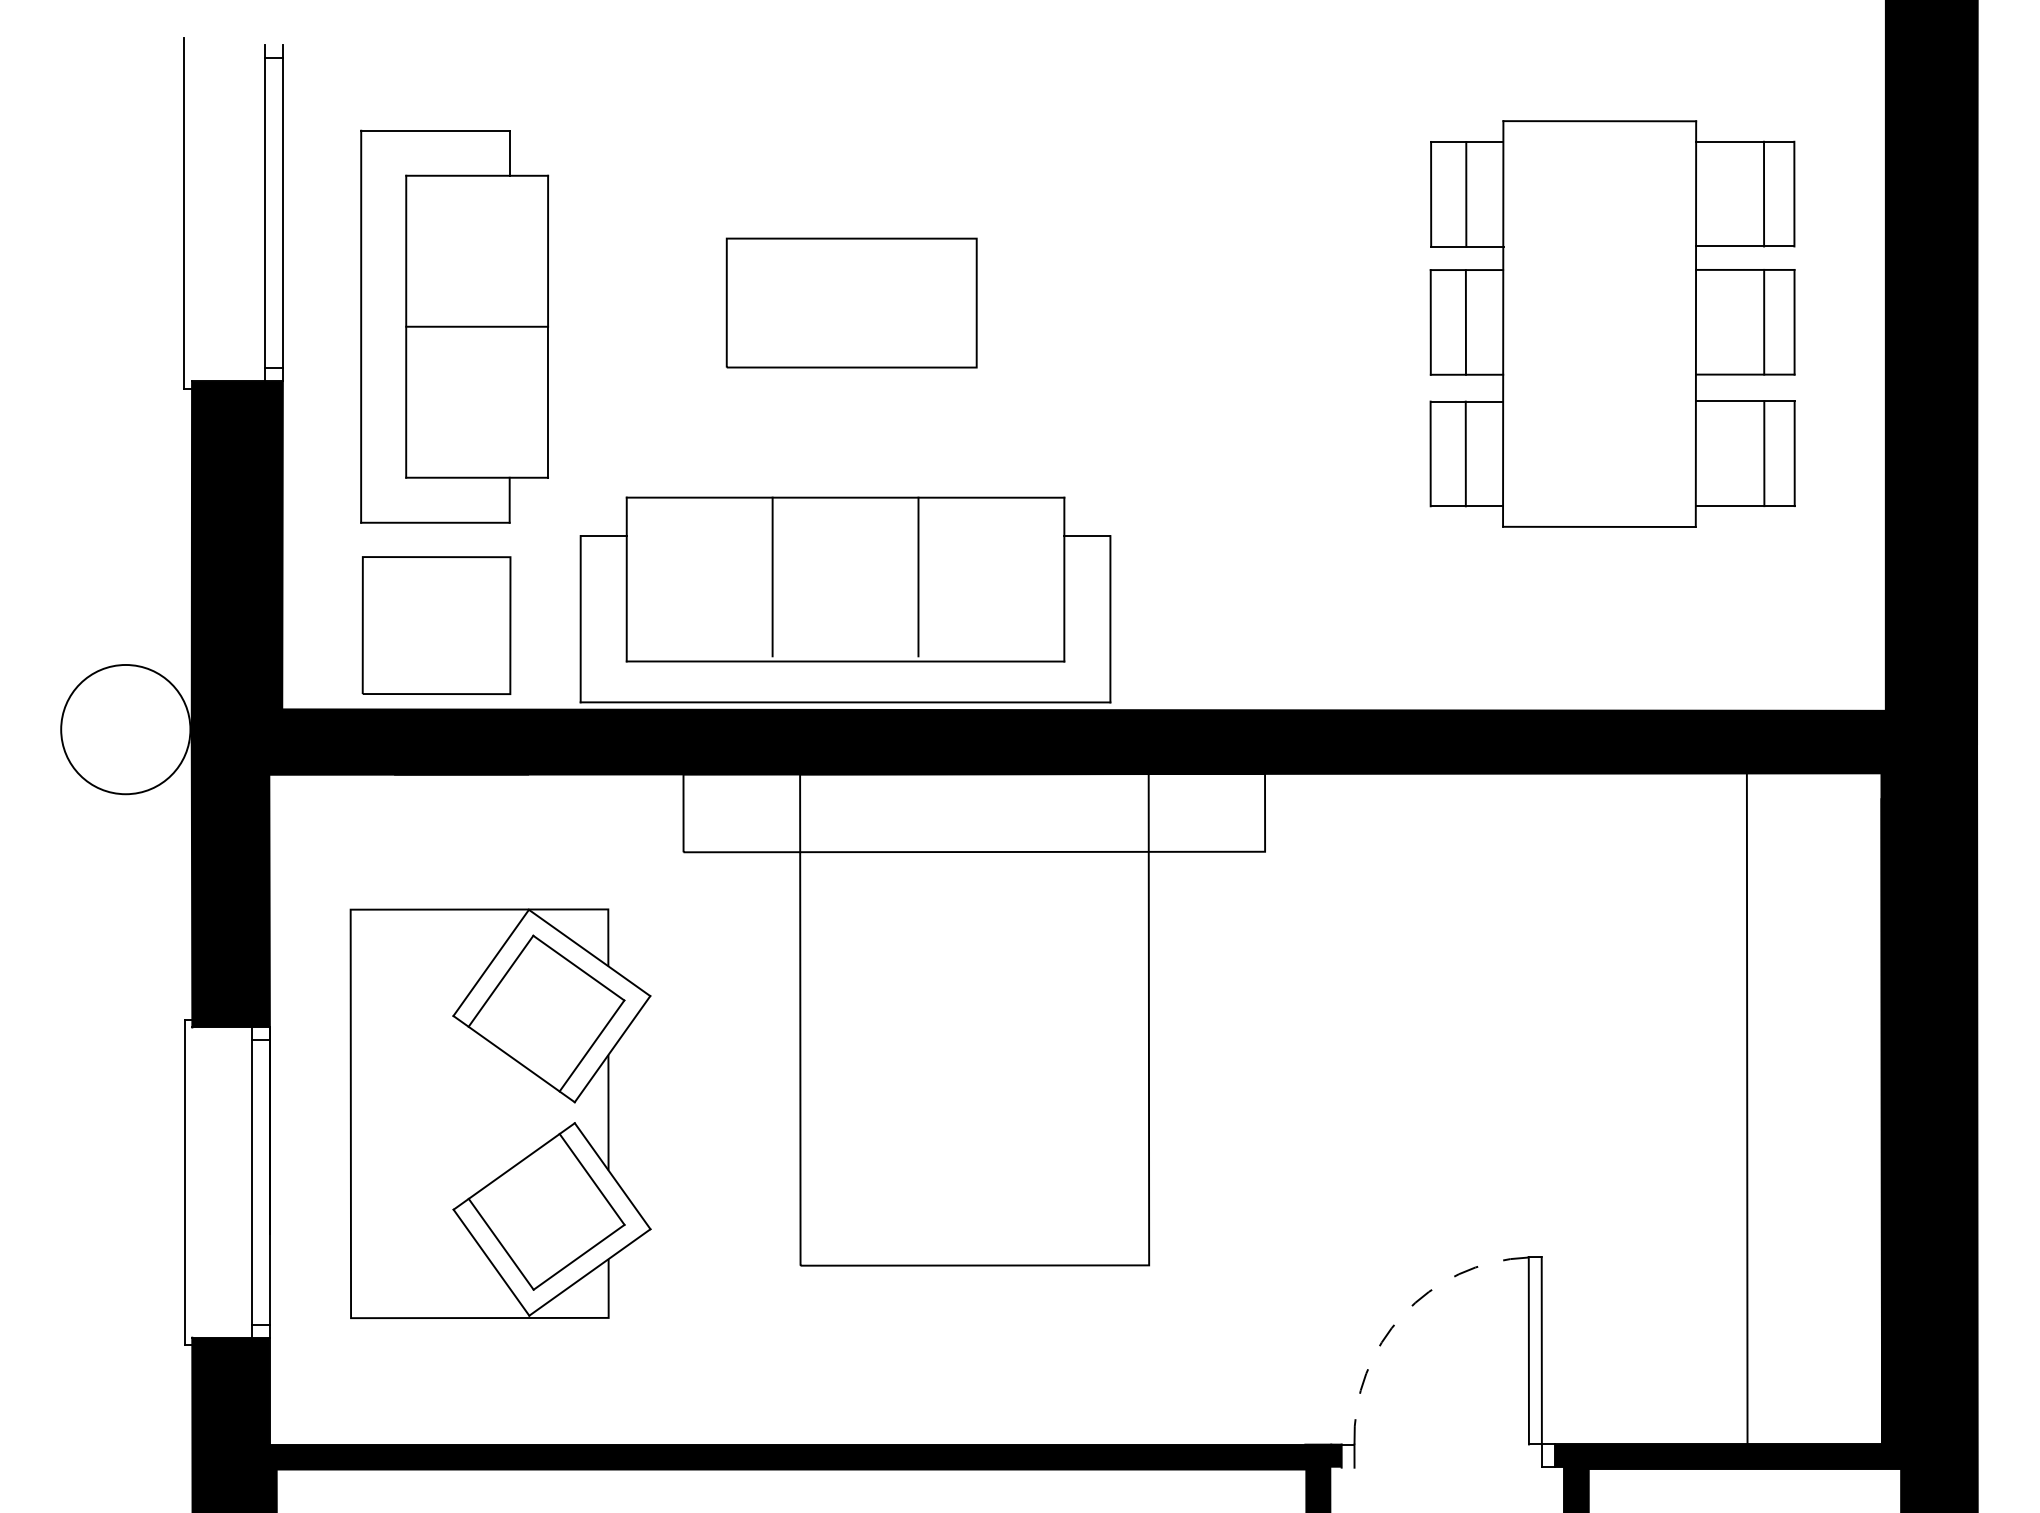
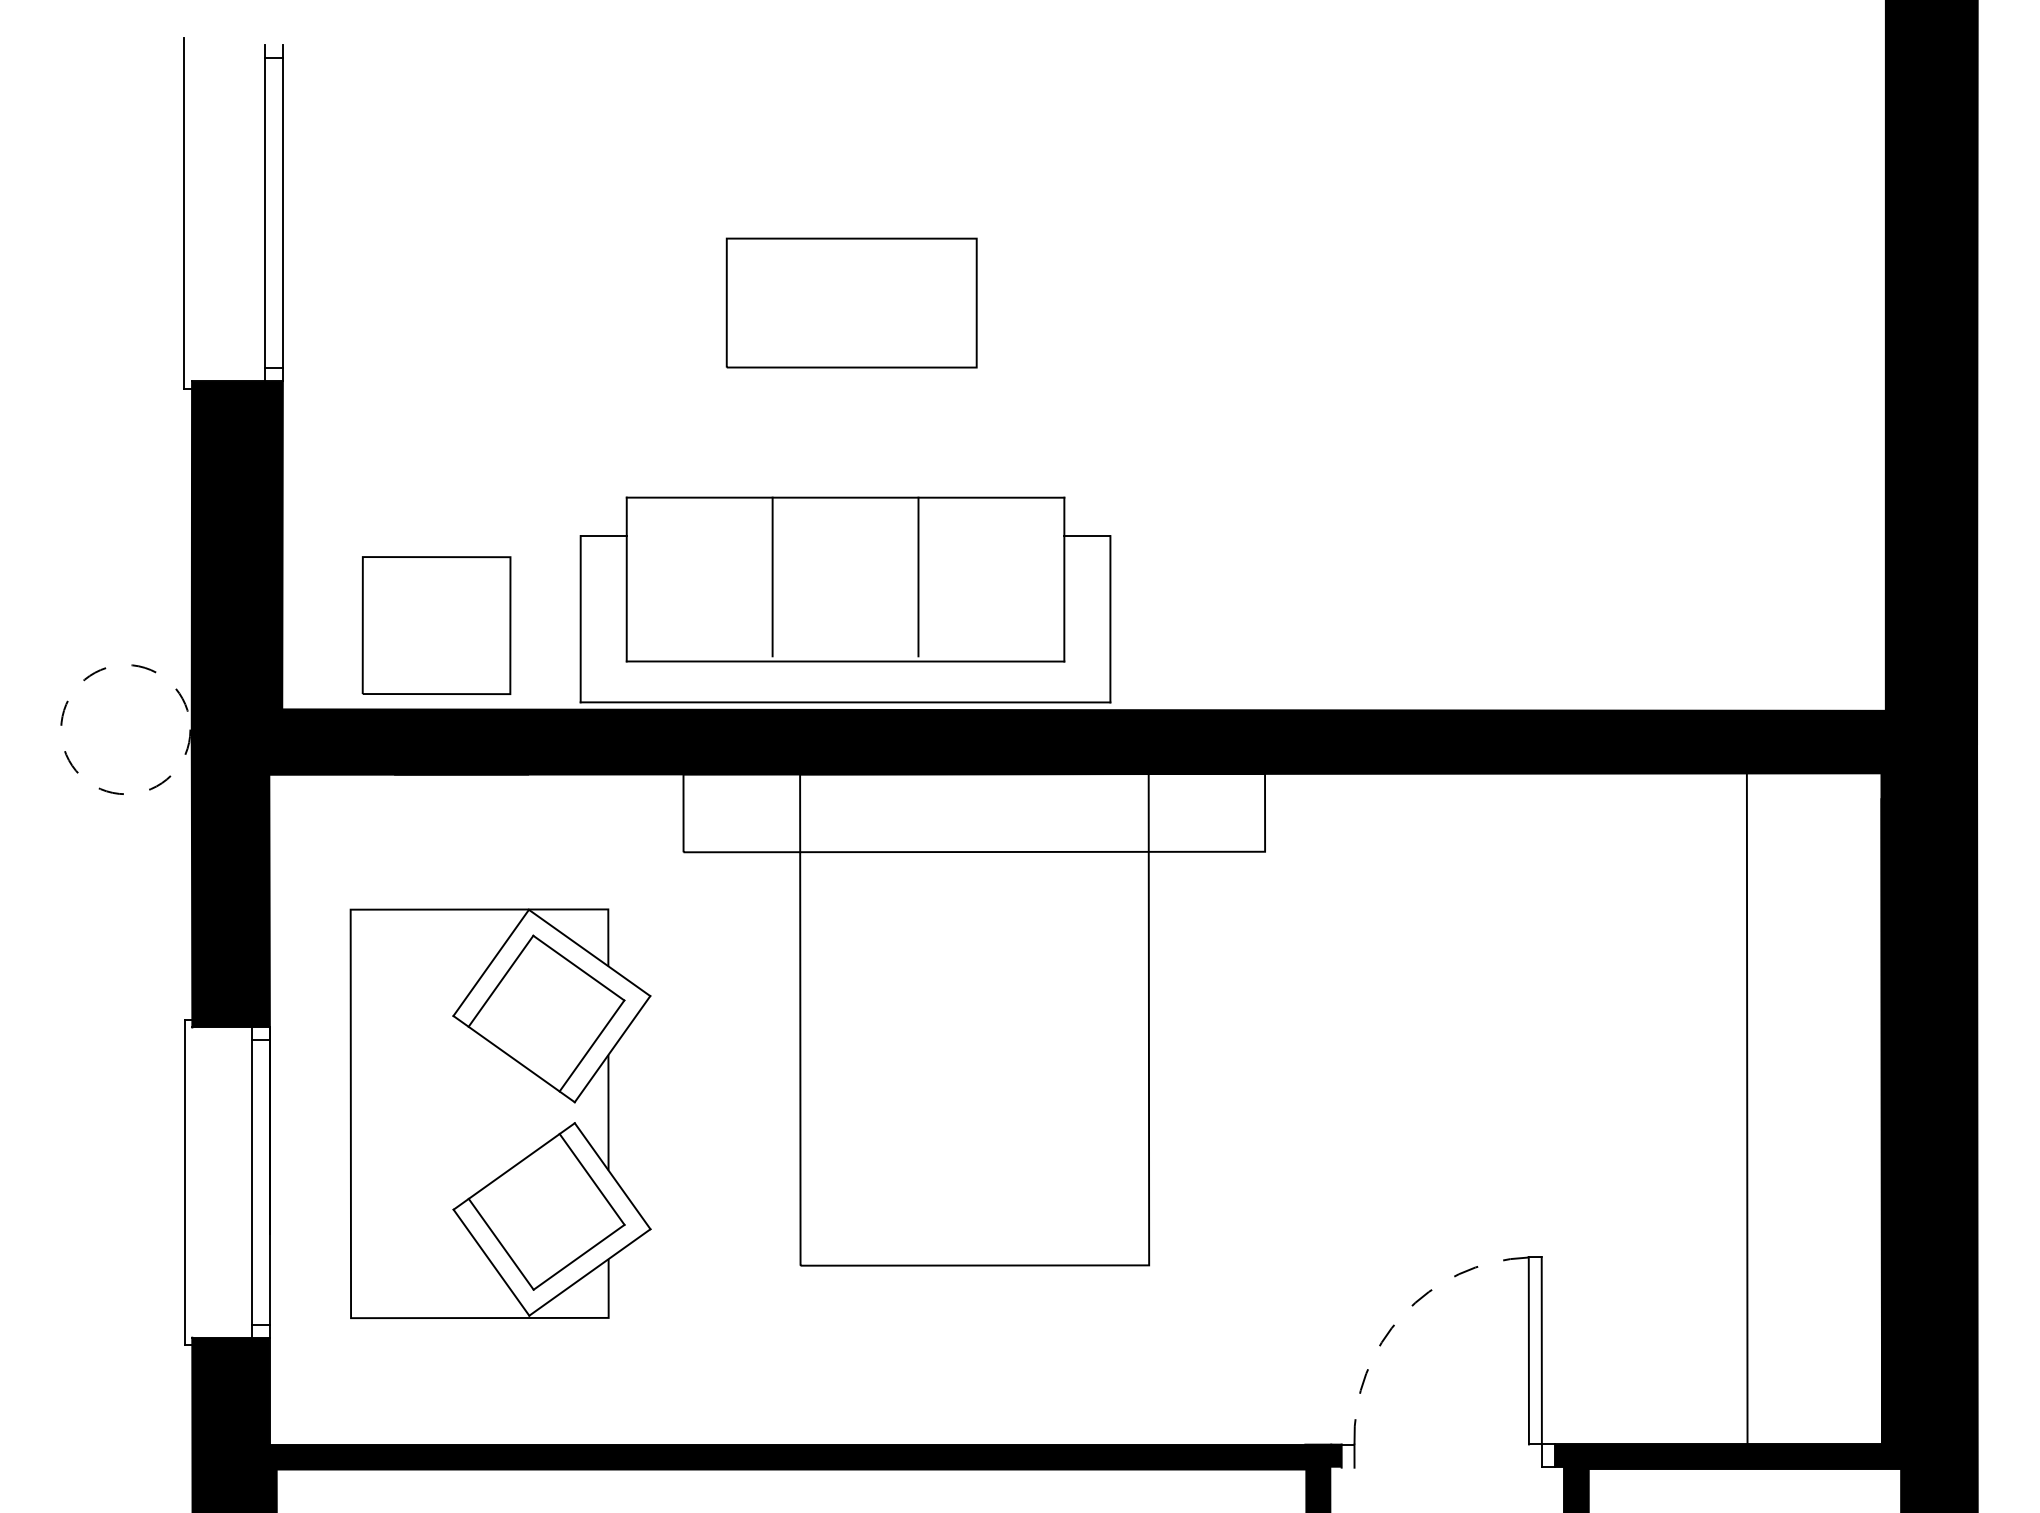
part at (1612, 323): present -> none
part at (454, 326): present -> none
circle at (125, 729): solid -> dashed
